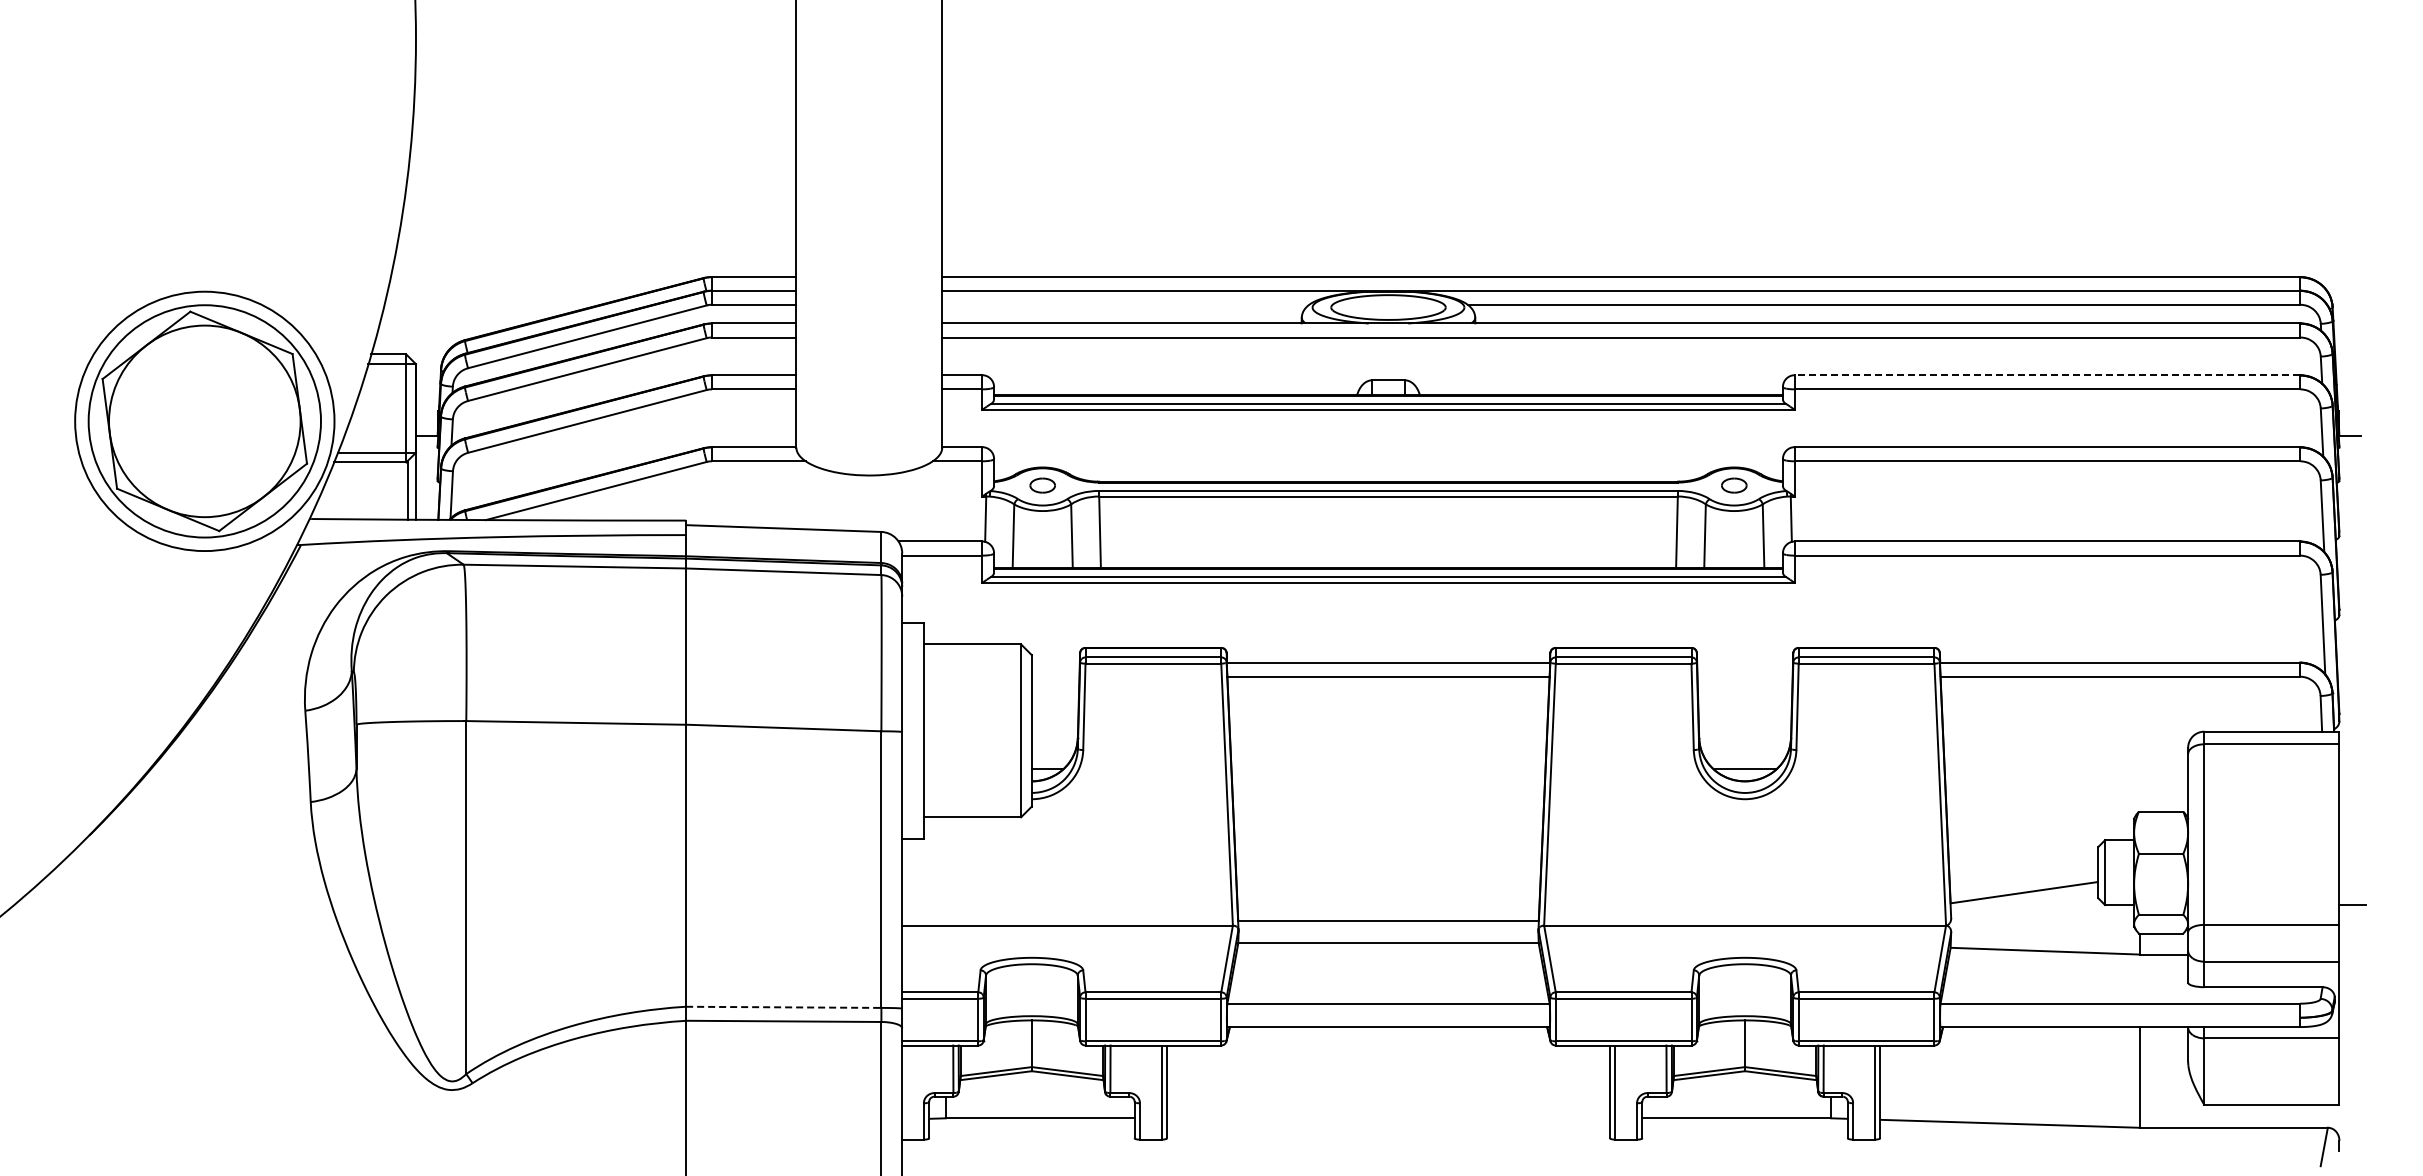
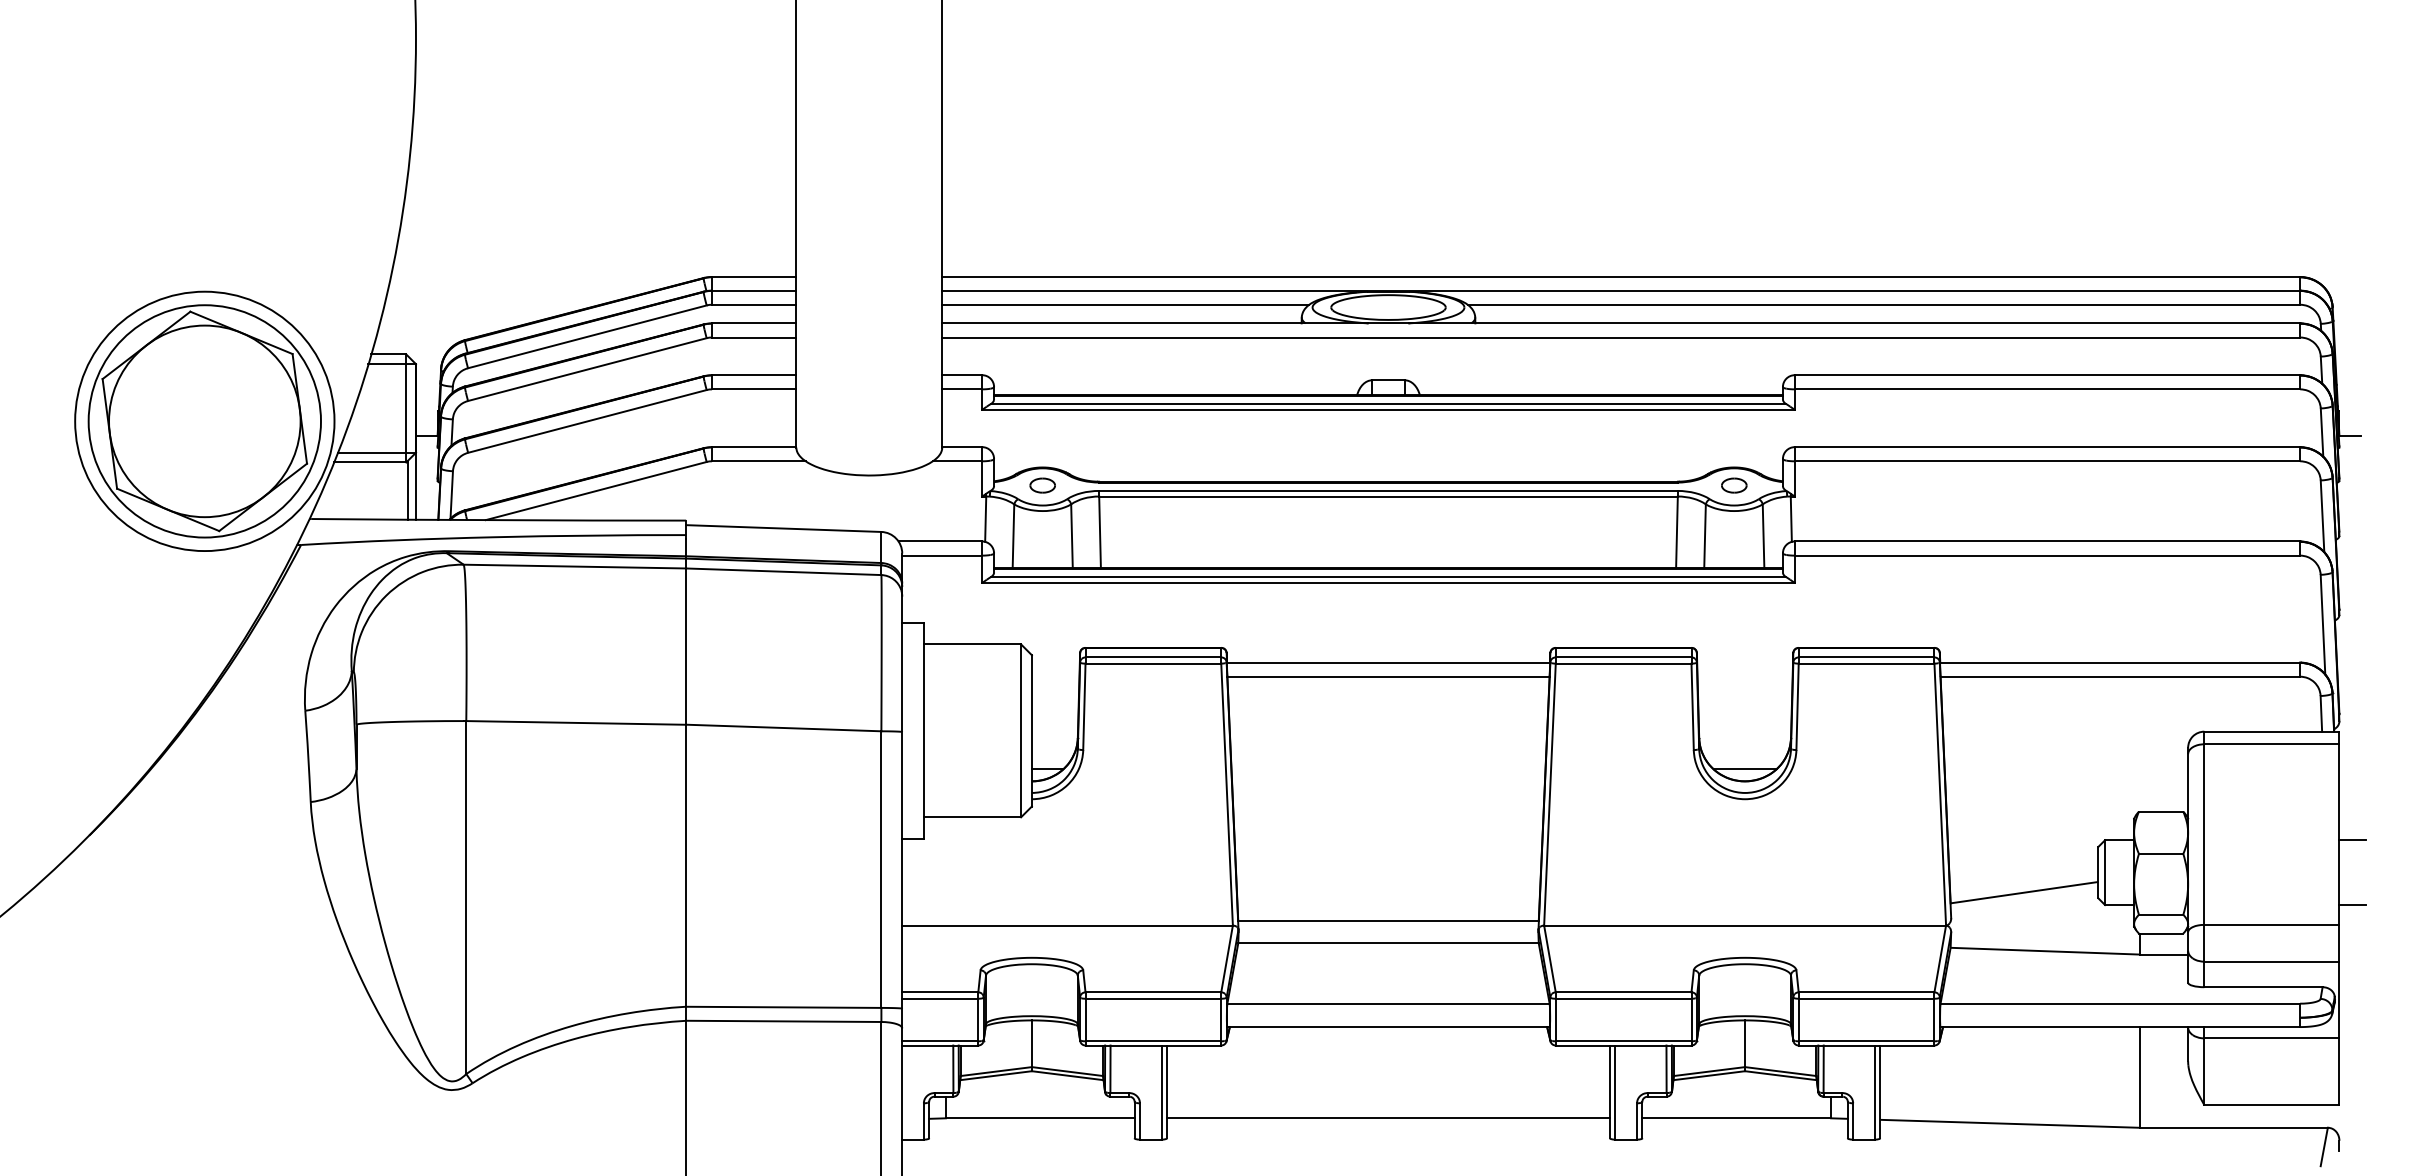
line at (1125, 304): none -> present
line at (2047, 375): dashed -> solid
line at (2352, 840): none -> present
line at (783, 1007): dashed -> solid
line at (1388, 1118): none -> present
